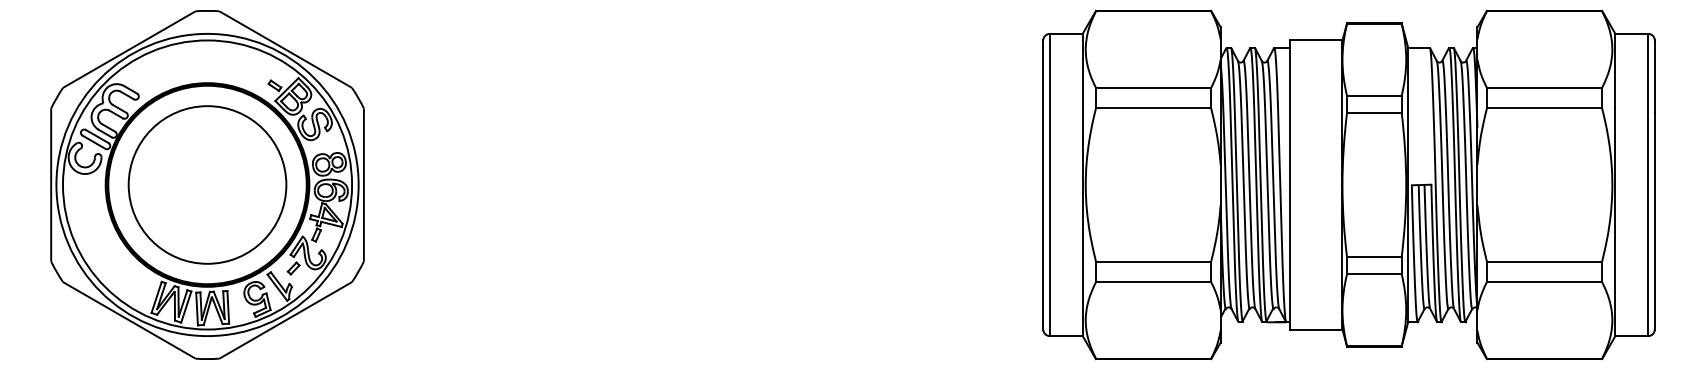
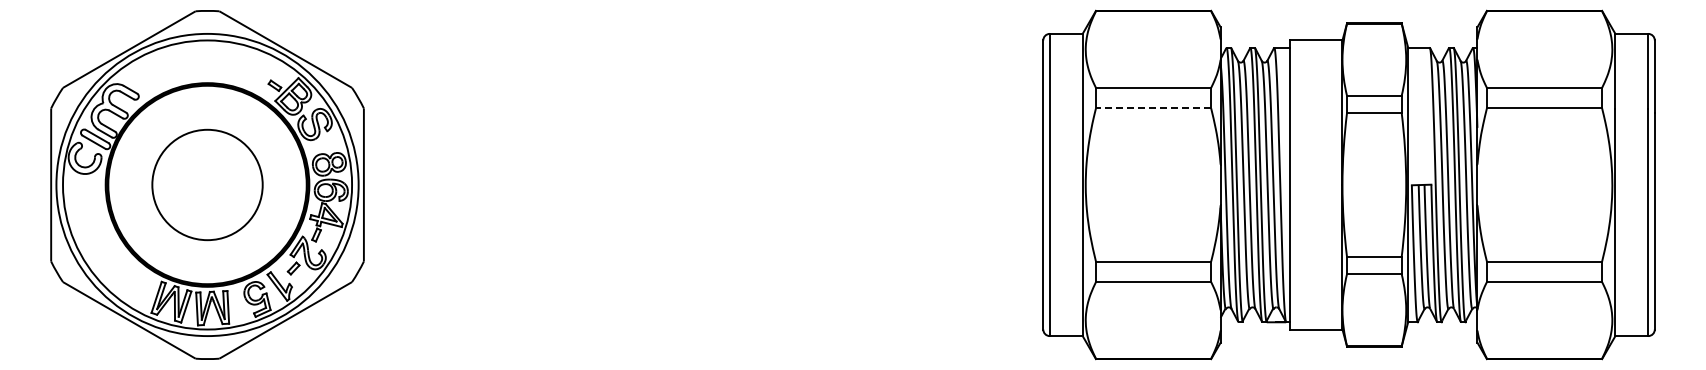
line at (1153, 108): solid -> dashed
circle at (207, 184) diameter: 158 px -> 110 px
